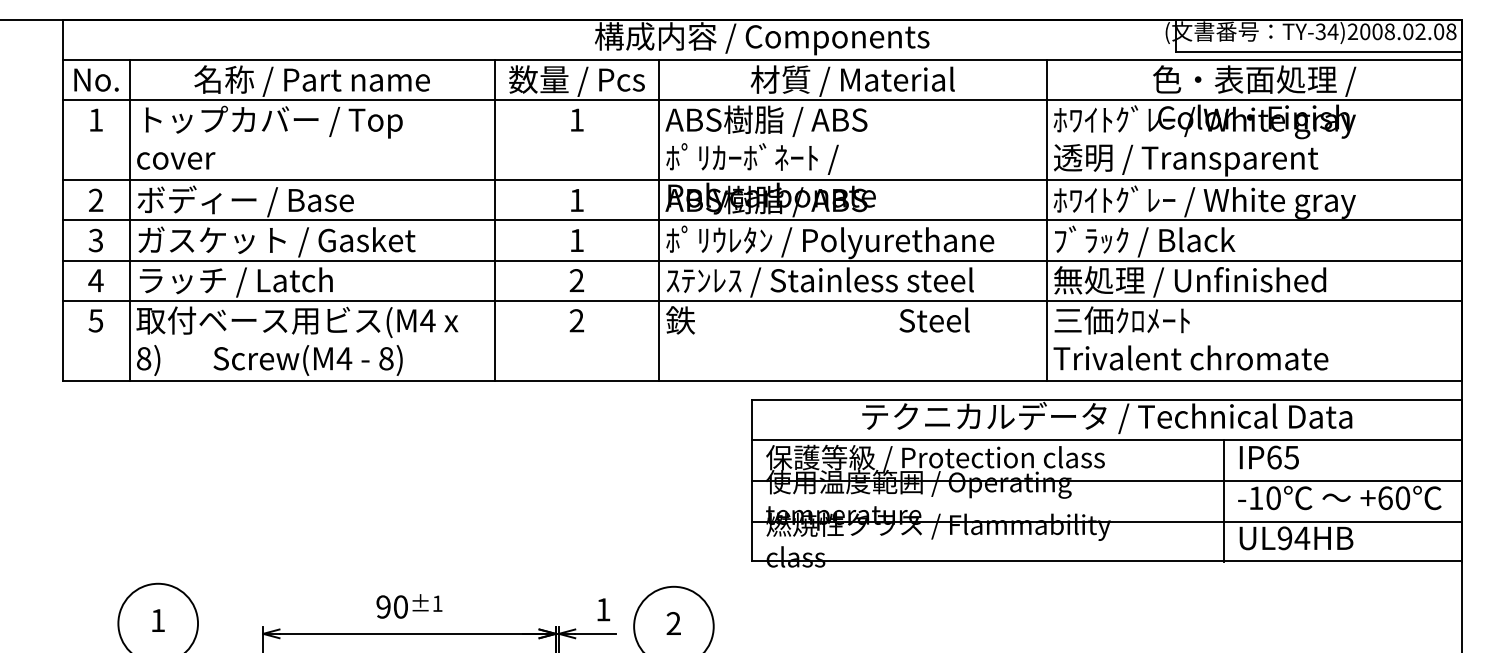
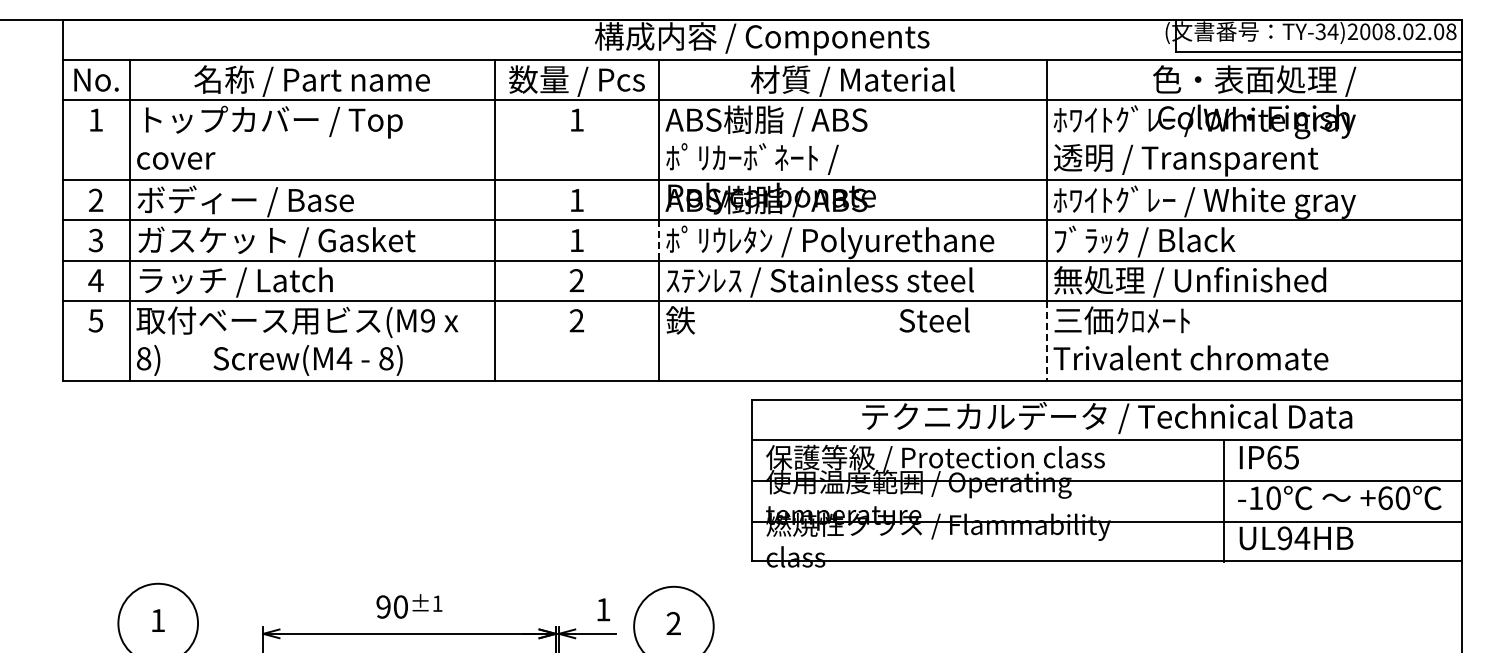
line at (659, 240): solid -> dashed
text at (427, 320): (M4 -> (M9
line at (1046, 341): solid -> dashed
